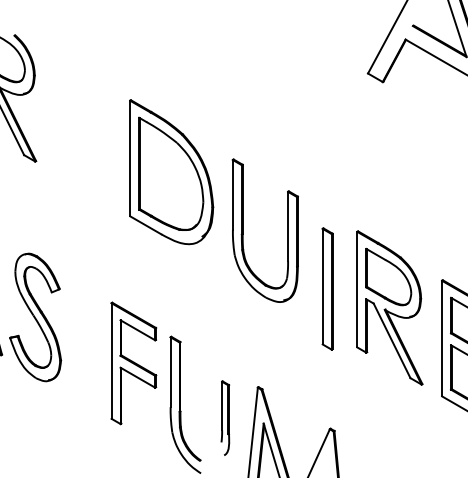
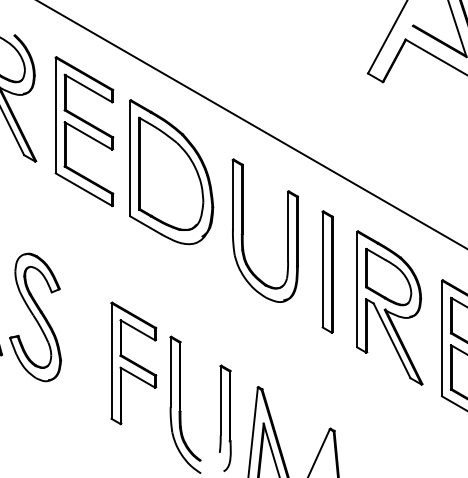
line at (251, 124): none -> present
part at (84, 131): none -> present
part at (327, 288) position: (327, 288) -> (327, 271)
part at (225, 417) size: 11x76 px -> 13x108 px
